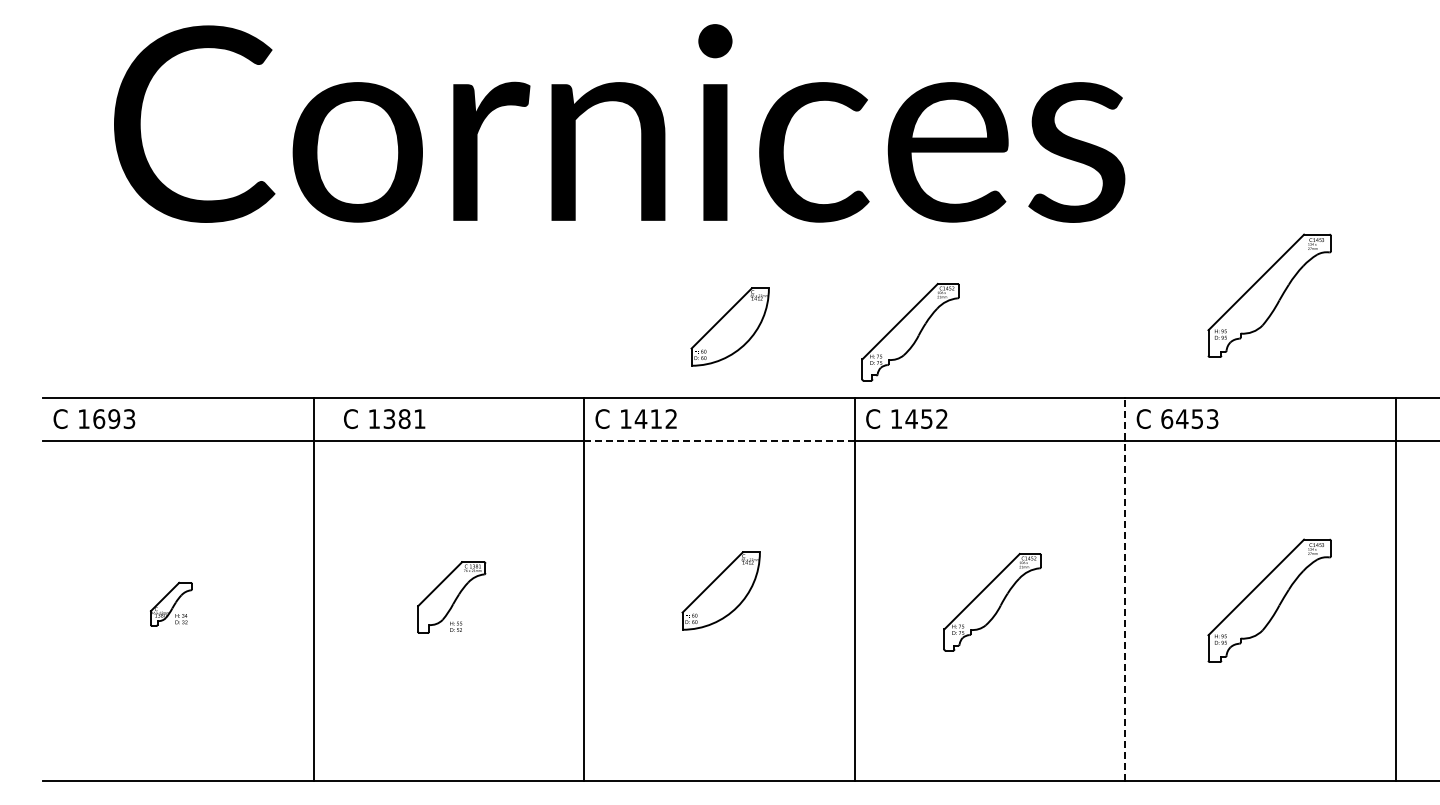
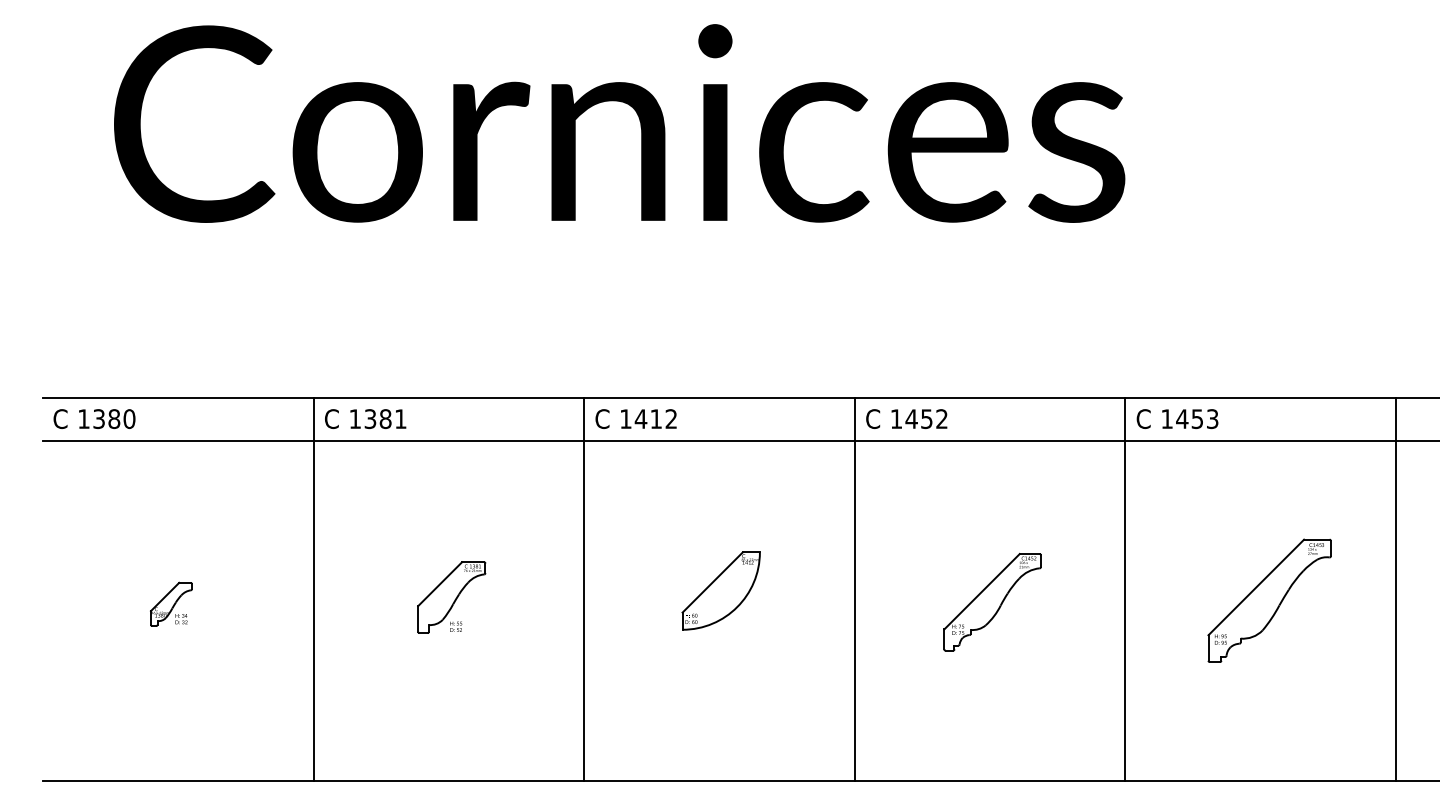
part at (1269, 295): present -> none
part at (729, 326): present -> none
part at (910, 332): present -> none
text at (384, 418) position: (384, 418) -> (365, 418)
text at (114, 419): 1693 -> 1380
text at (1167, 419): 6453 -> 1453
line at (719, 440): dashed -> solid
line at (1125, 589): dashed -> solid
